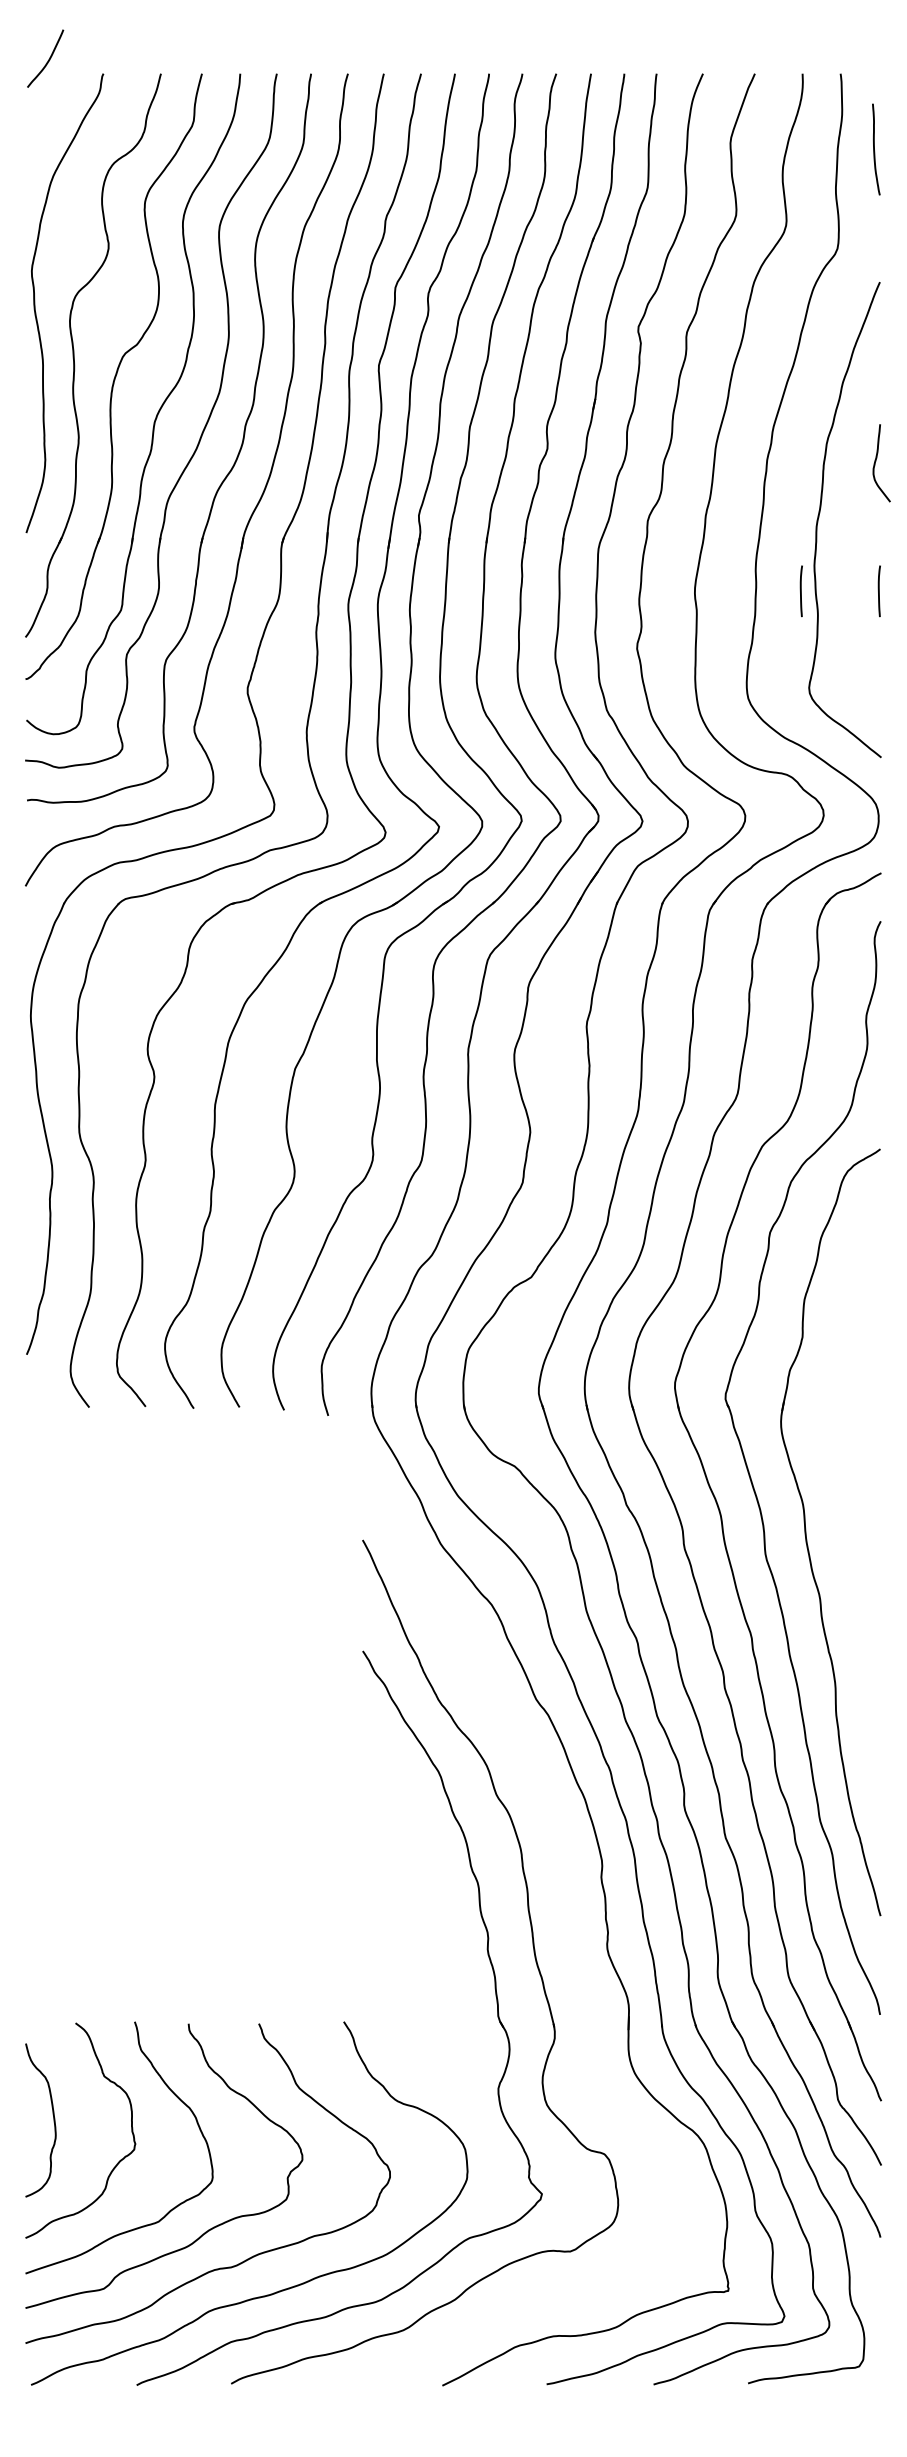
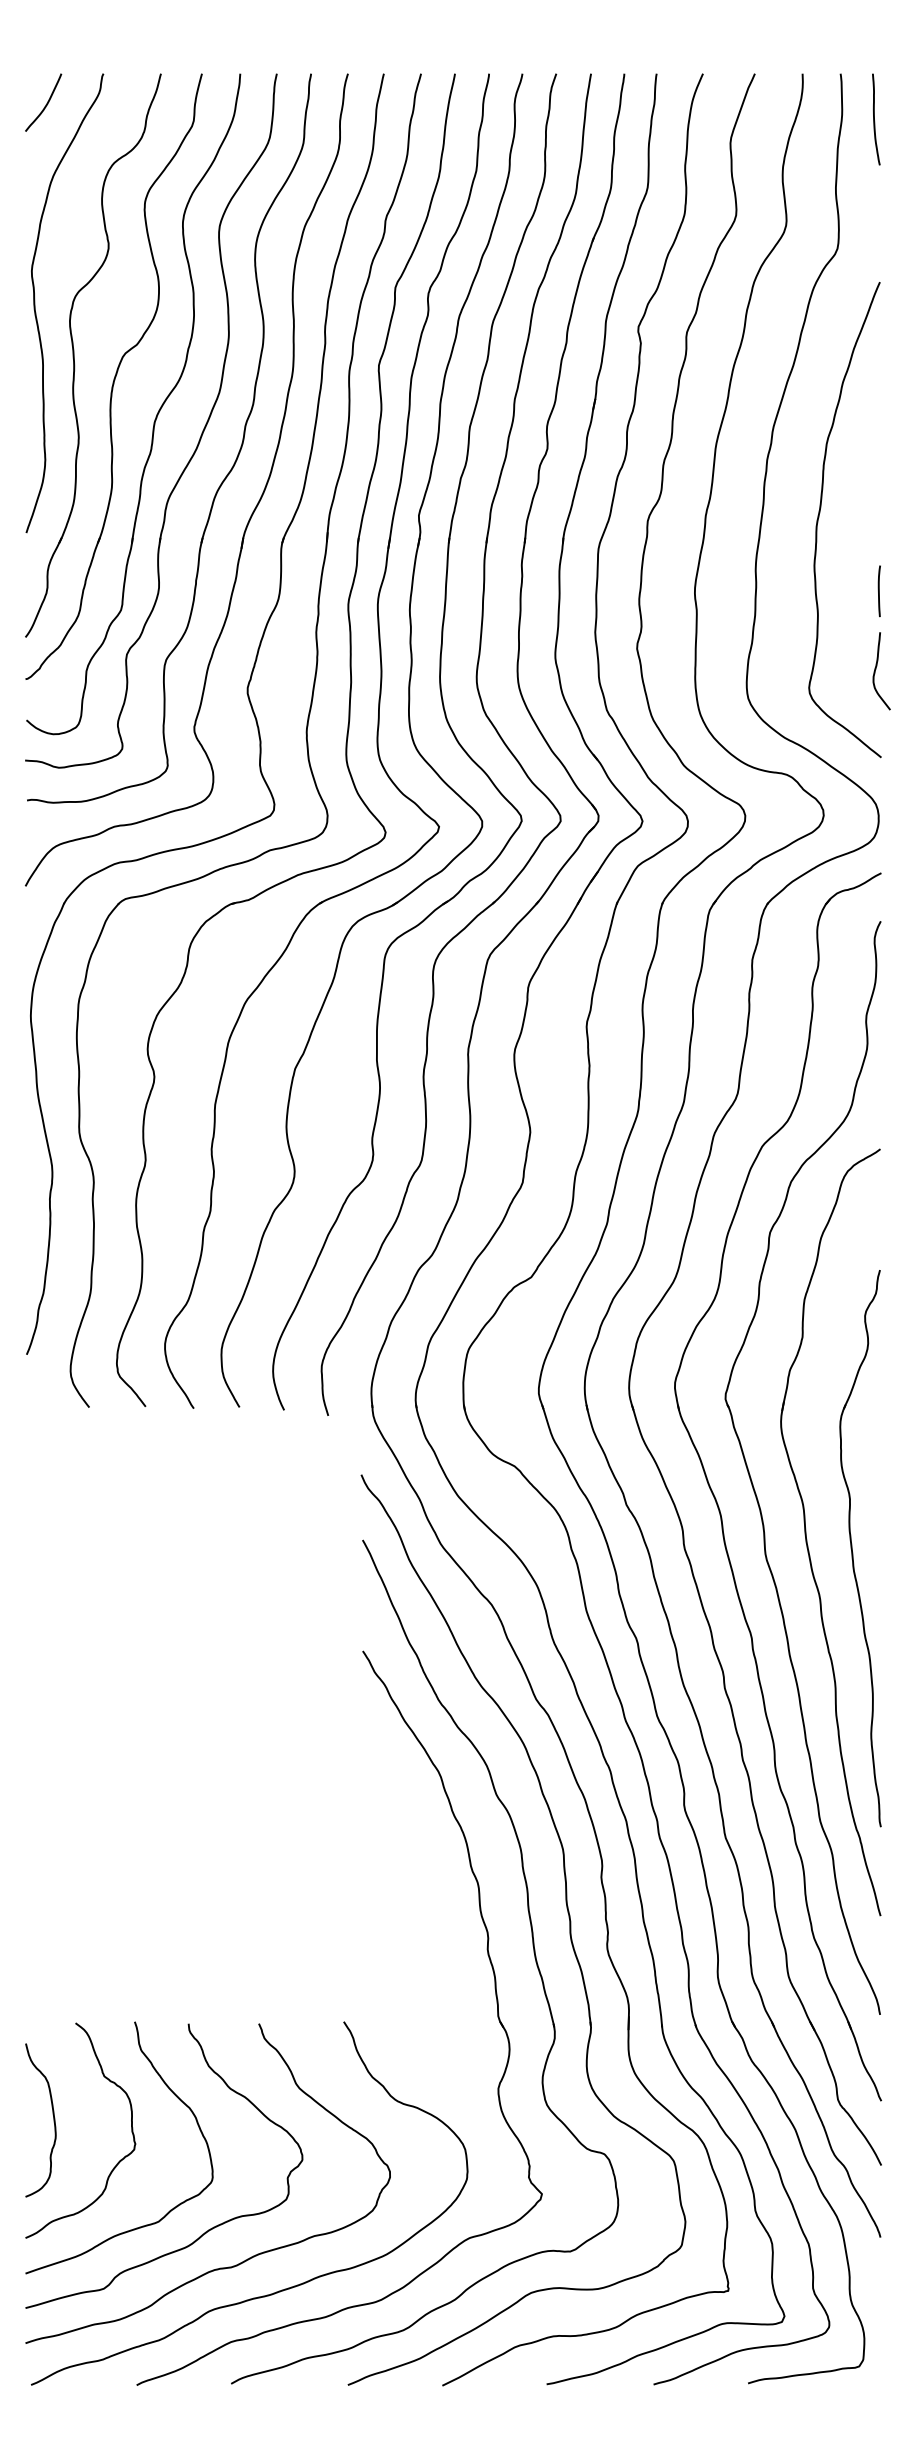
curve at (47, 60) position: (47, 60) -> (45, 104)
curve at (874, 149) position: (874, 149) -> (874, 119)
curve at (876, 461) position: (876, 461) -> (876, 669)
line at (800, 591): present -> none
part at (852, 1548): none -> present
part at (569, 1929): none -> present
